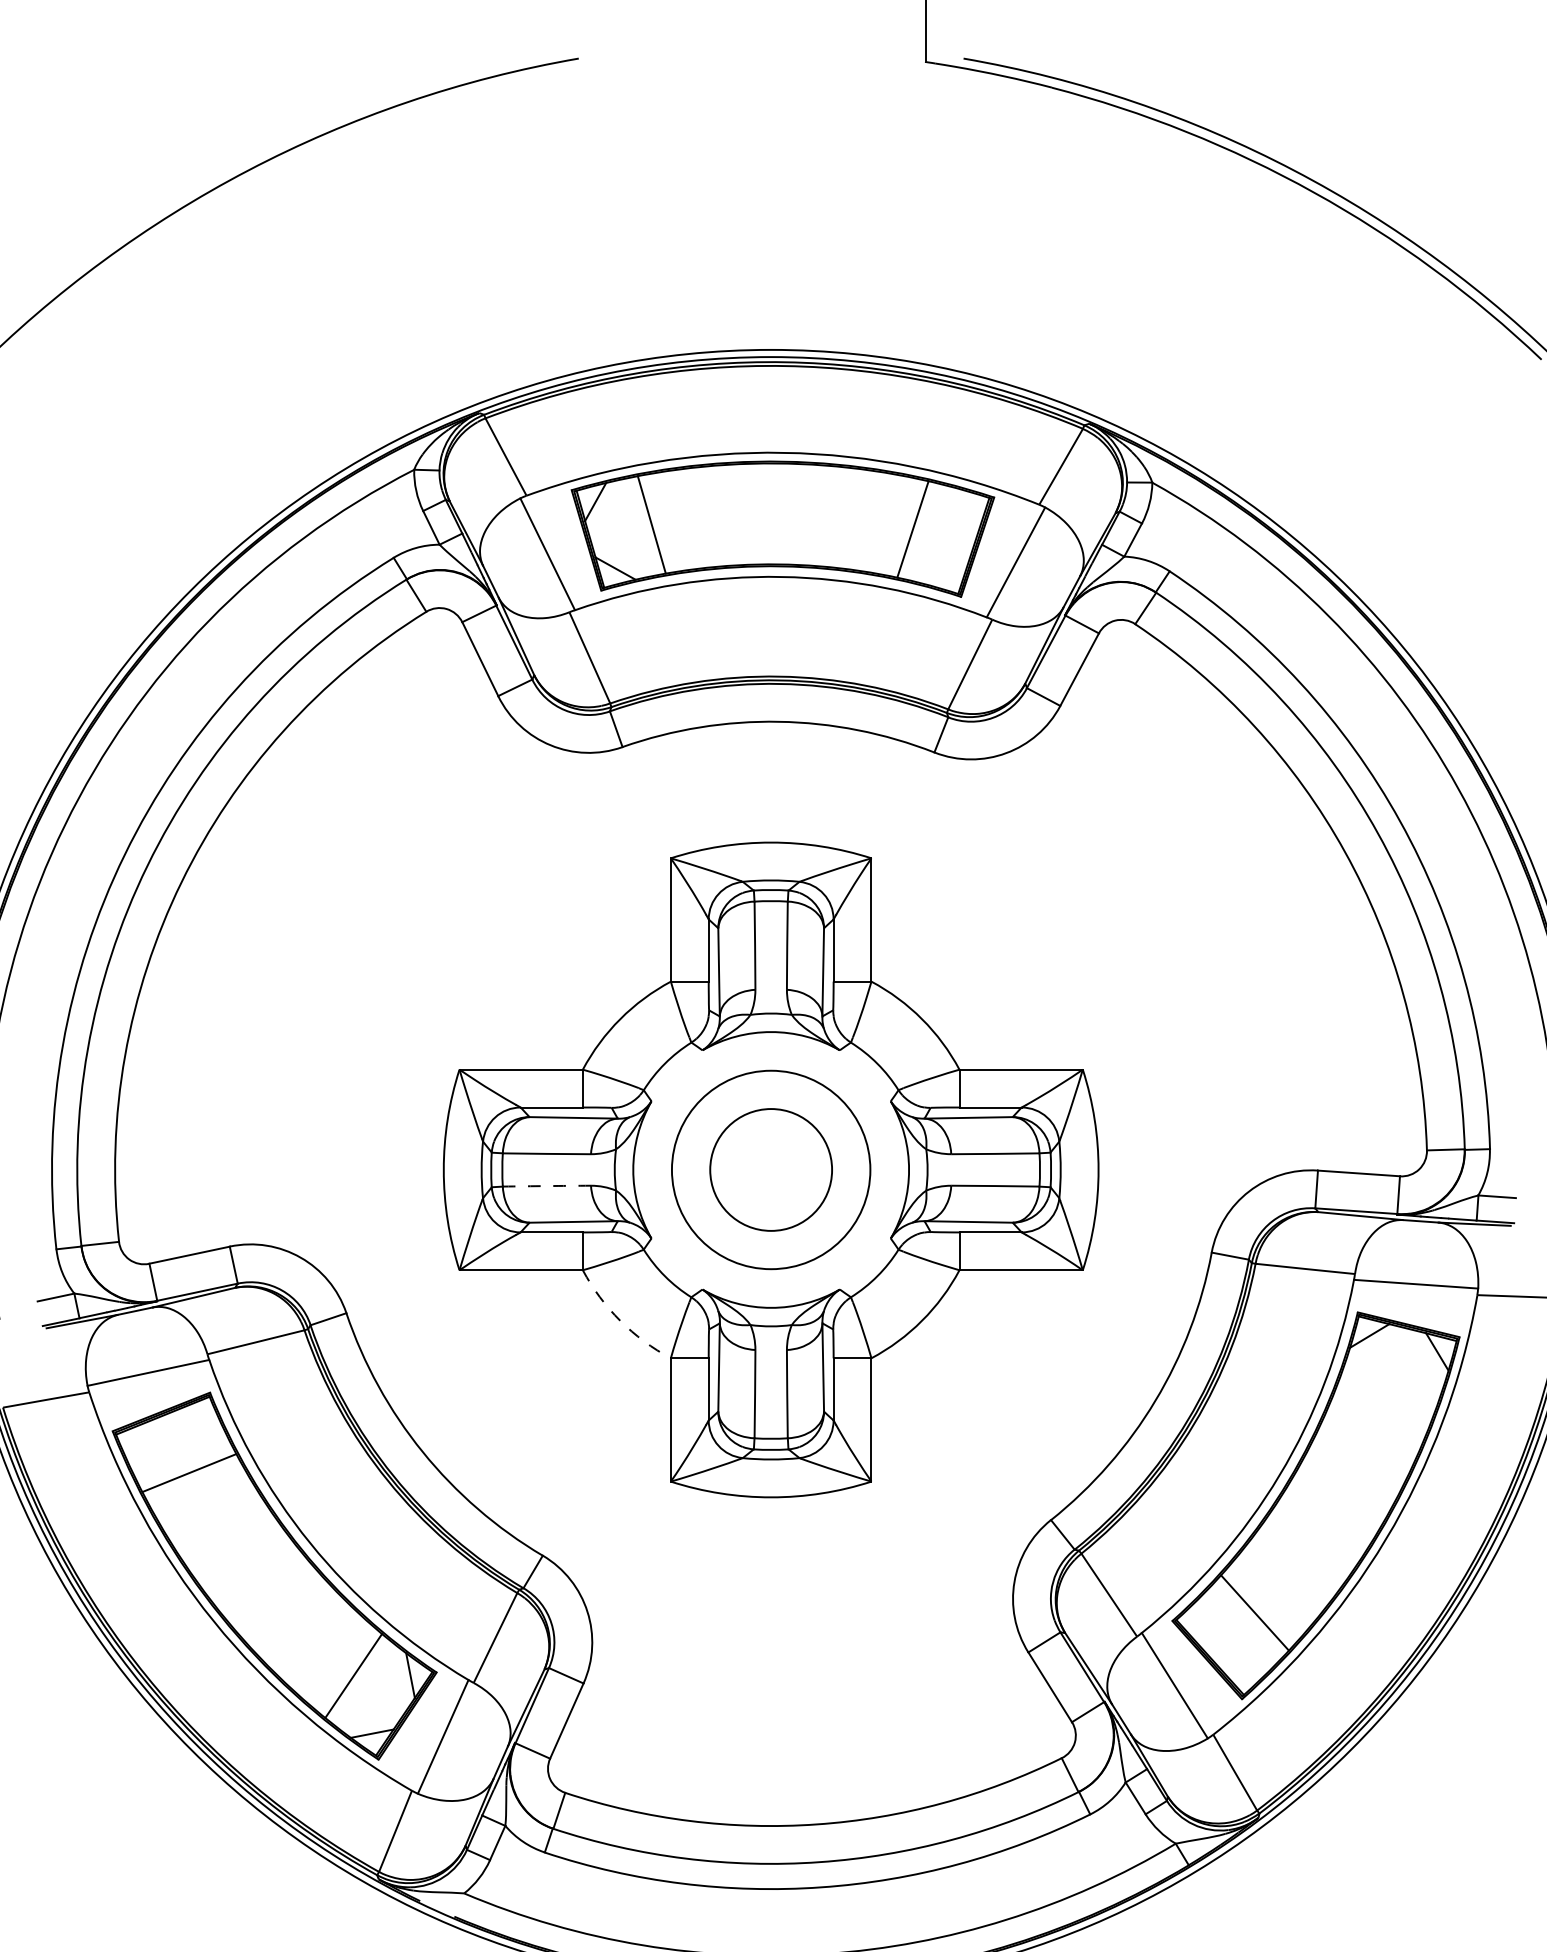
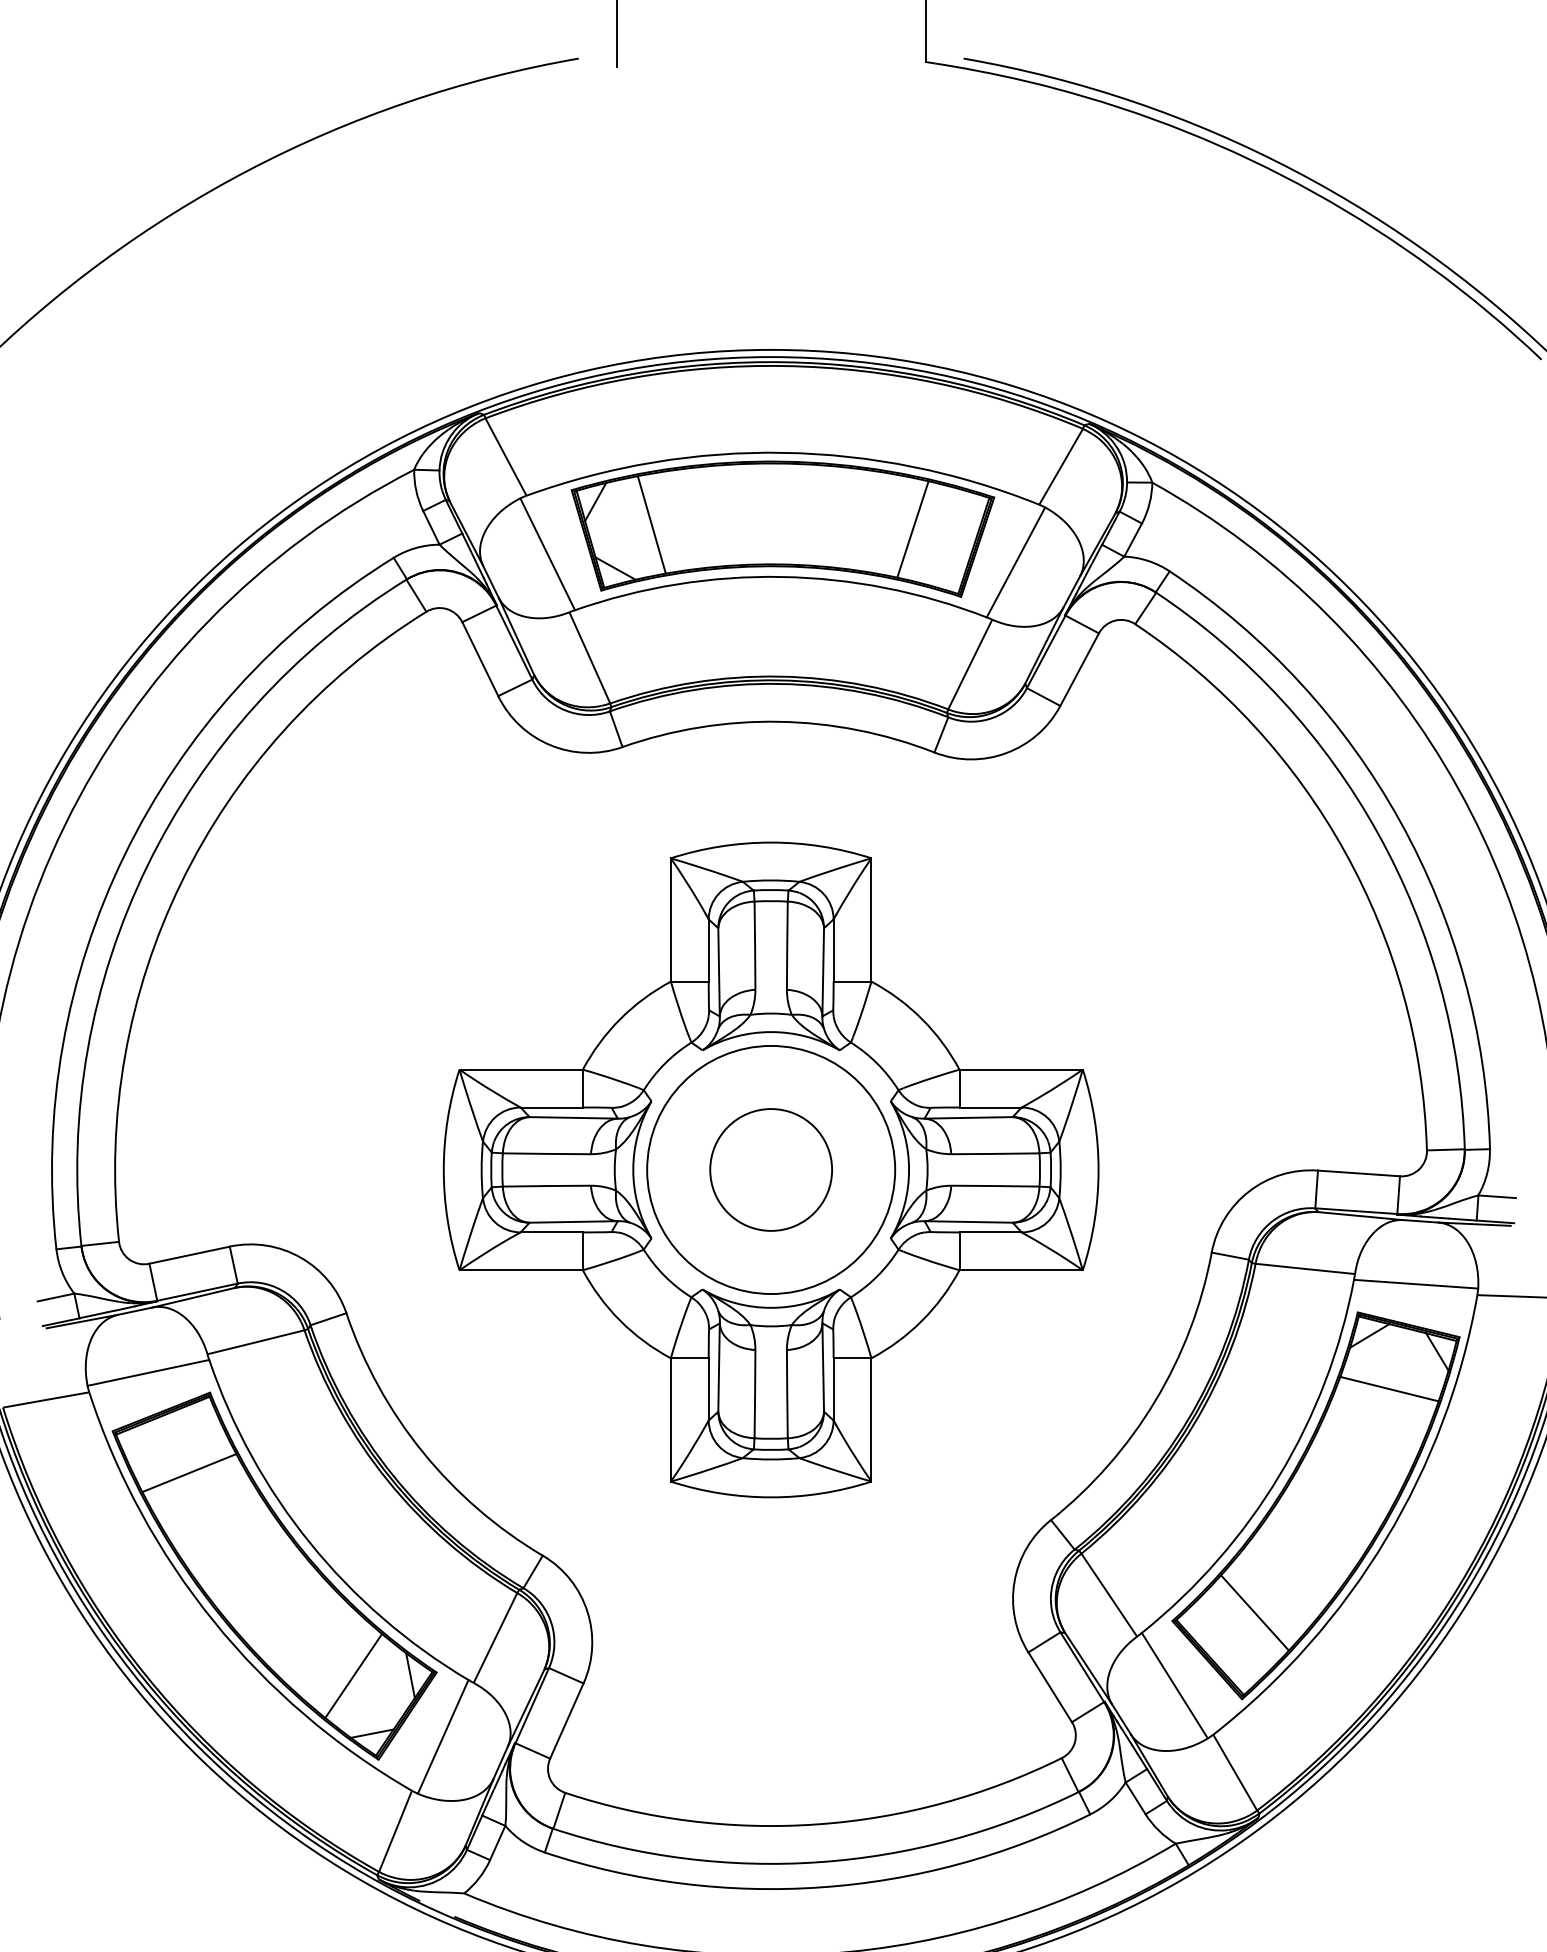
line at (616, 34): none -> present
circle at (770, 1169) diameter: 198 px -> 248 px
arc at (547, 1186): dashed -> solid
arc at (620, 1320): dashed -> solid
line at (1389, 1388): none -> present
